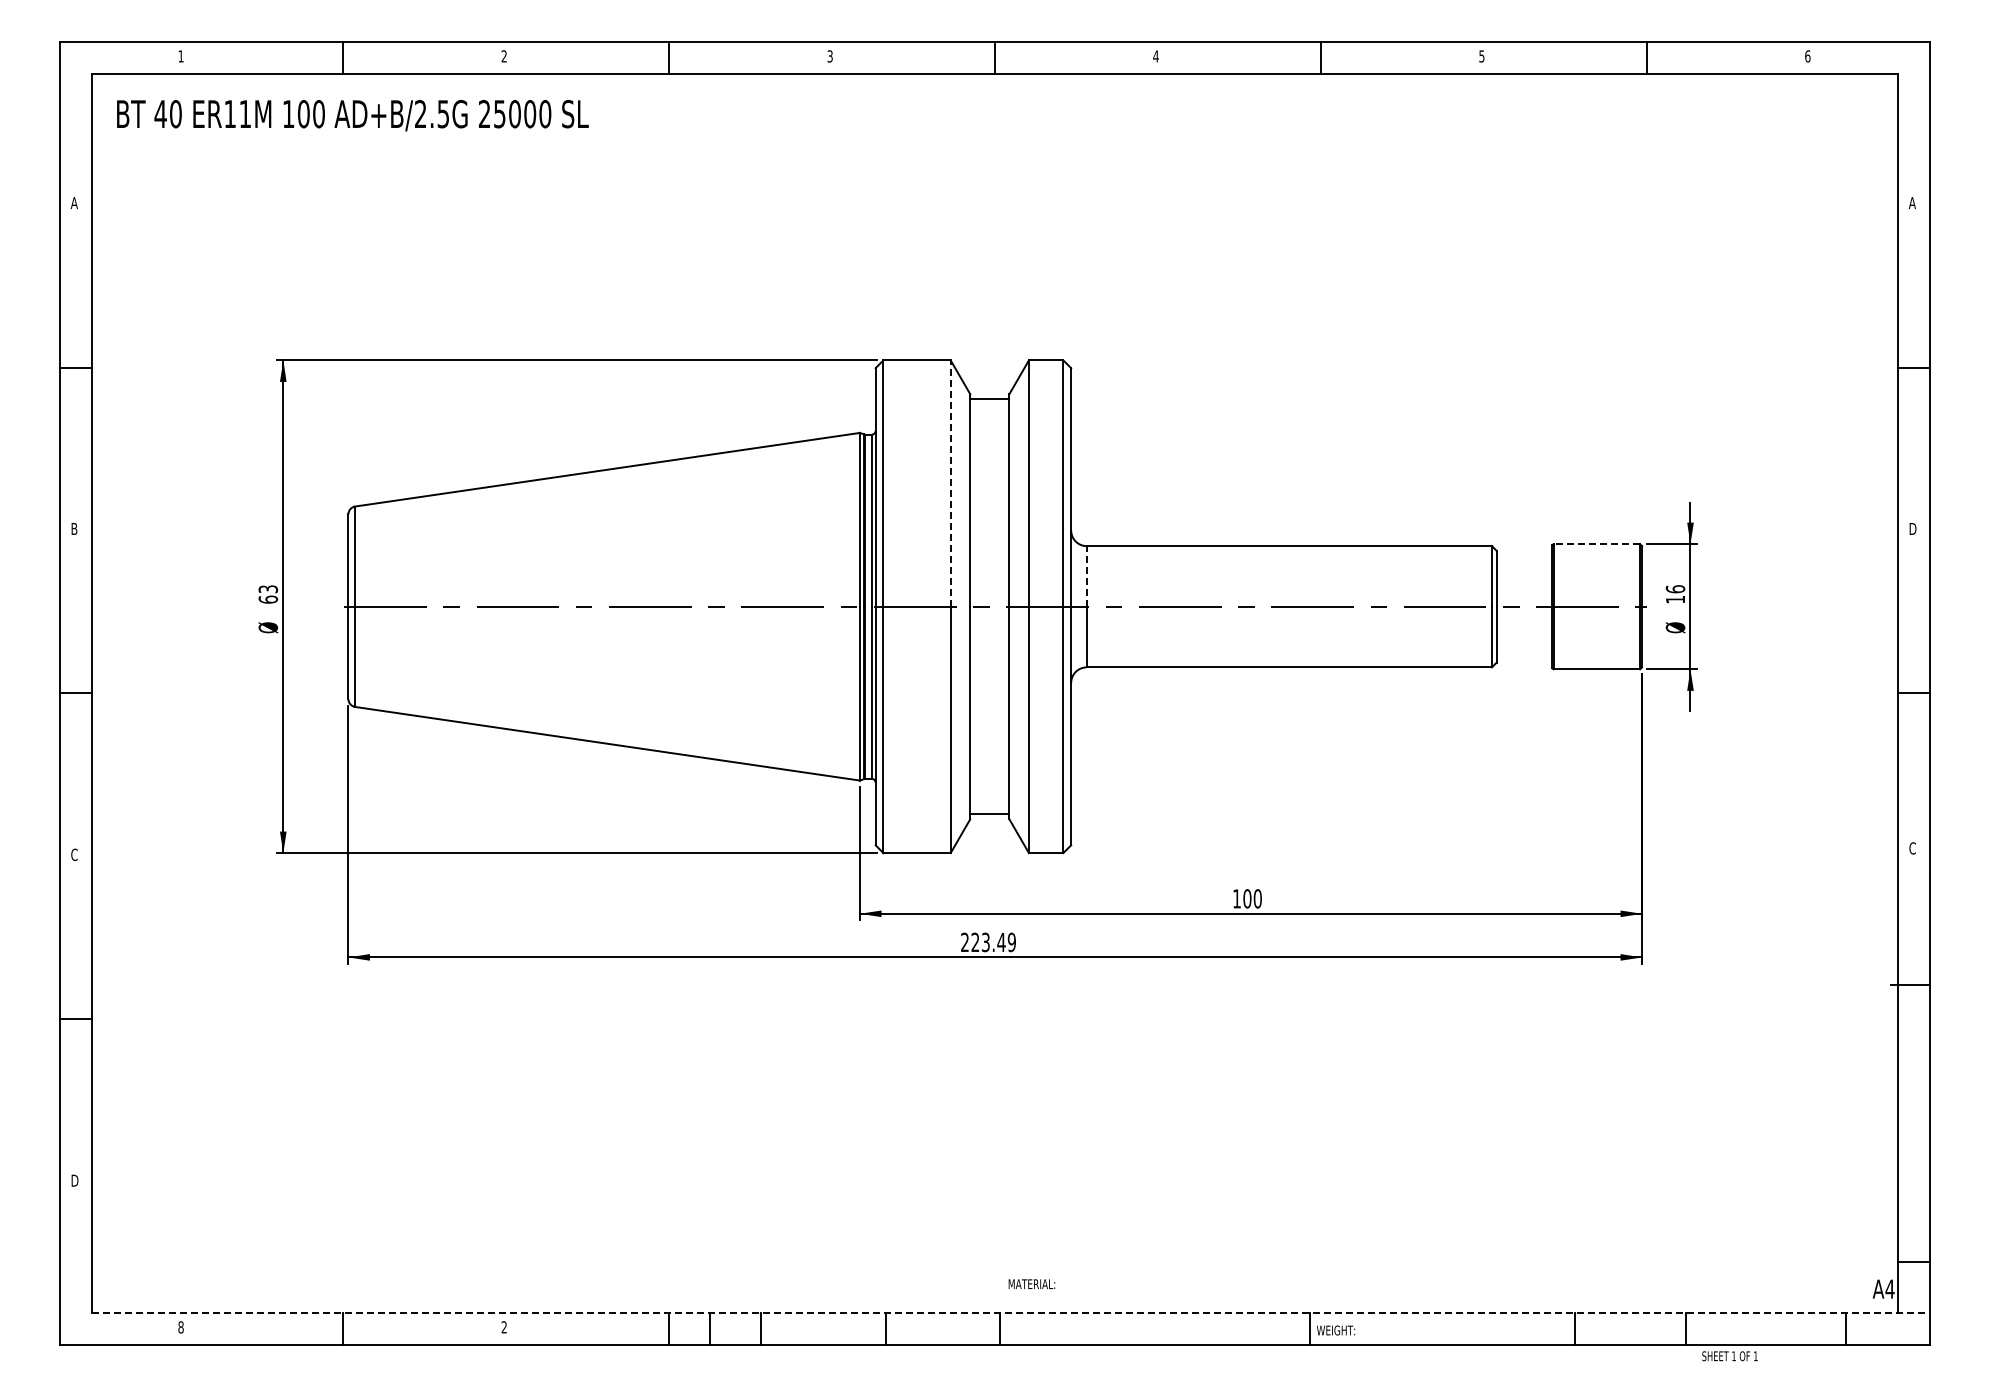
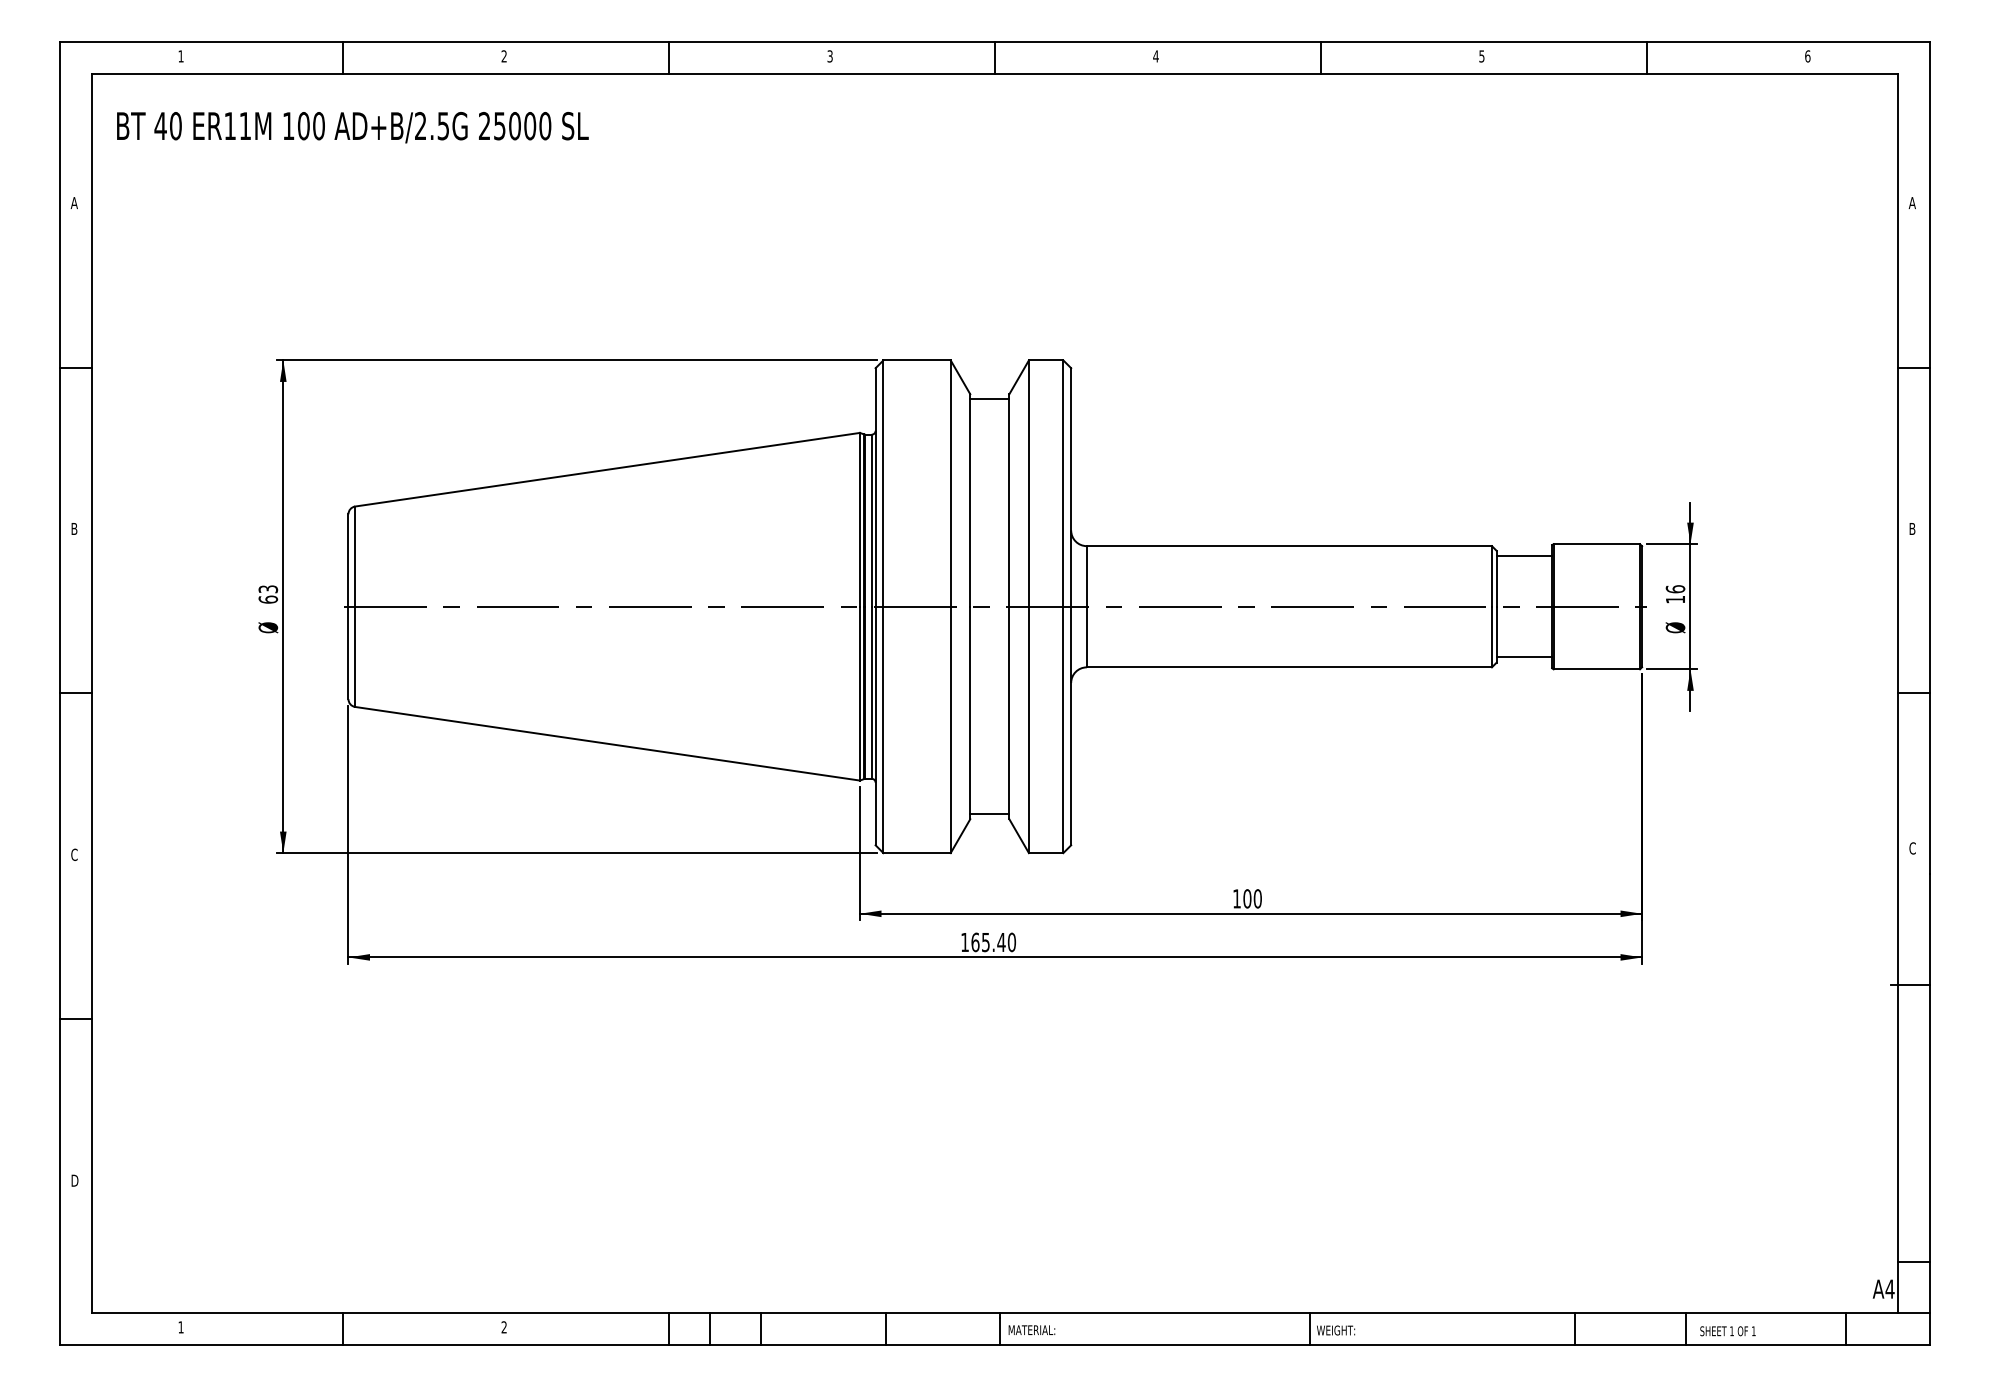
text at (352, 115) position: (352, 115) -> (352, 127)
line at (950, 483): dashed -> solid
text at (1913, 528): D -> B
line at (1596, 544): dashed -> solid
line at (1524, 556): none -> present
line at (1086, 575): dashed -> solid
line at (1524, 657): none -> present
text at (988, 942): 223.49 -> 165.40
text at (1031, 1283) position: (1031, 1283) -> (1031, 1329)
line at (1011, 1312): dashed -> solid
text at (180, 1327): 8 -> 1
text at (1729, 1356) position: (1729, 1356) -> (1727, 1331)
